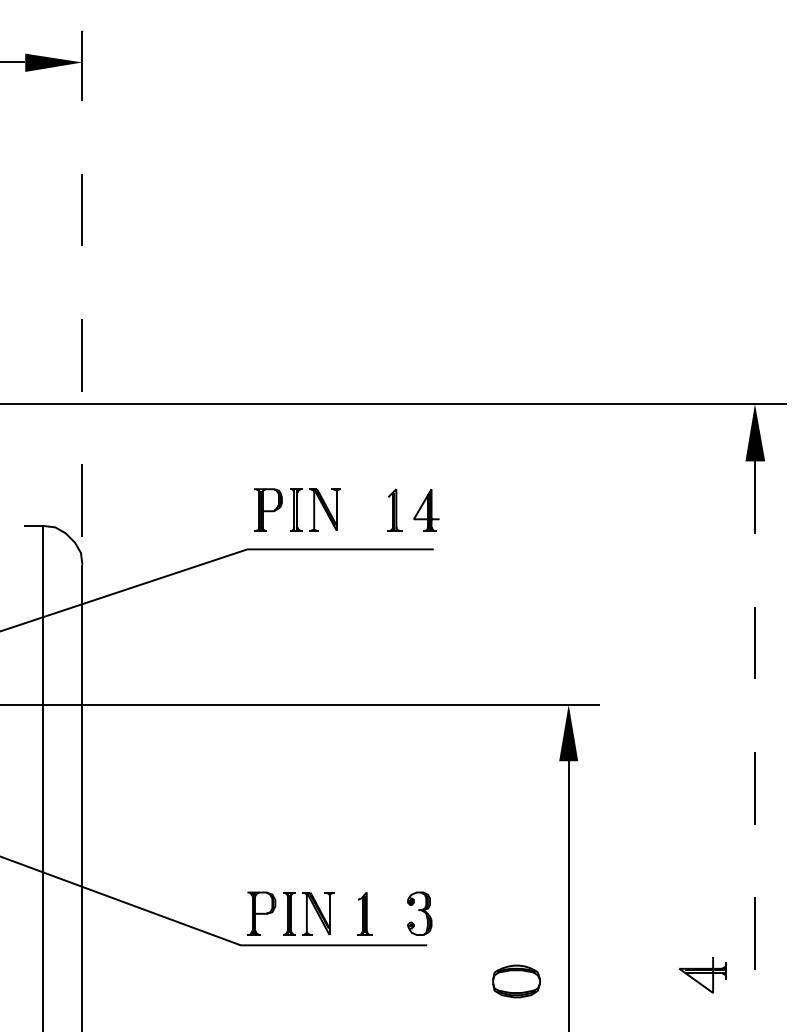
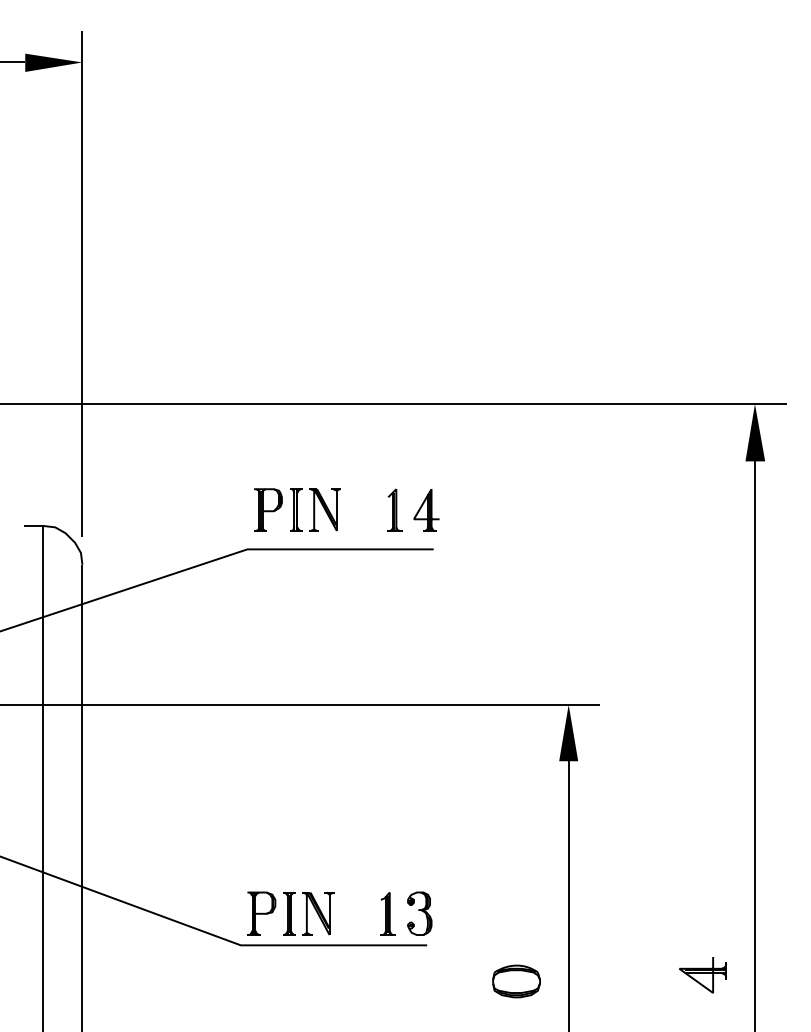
line at (82, 282): dashed -> solid
line at (754, 746): dashed -> solid
part at (364, 913) position: (364, 913) -> (387, 913)
